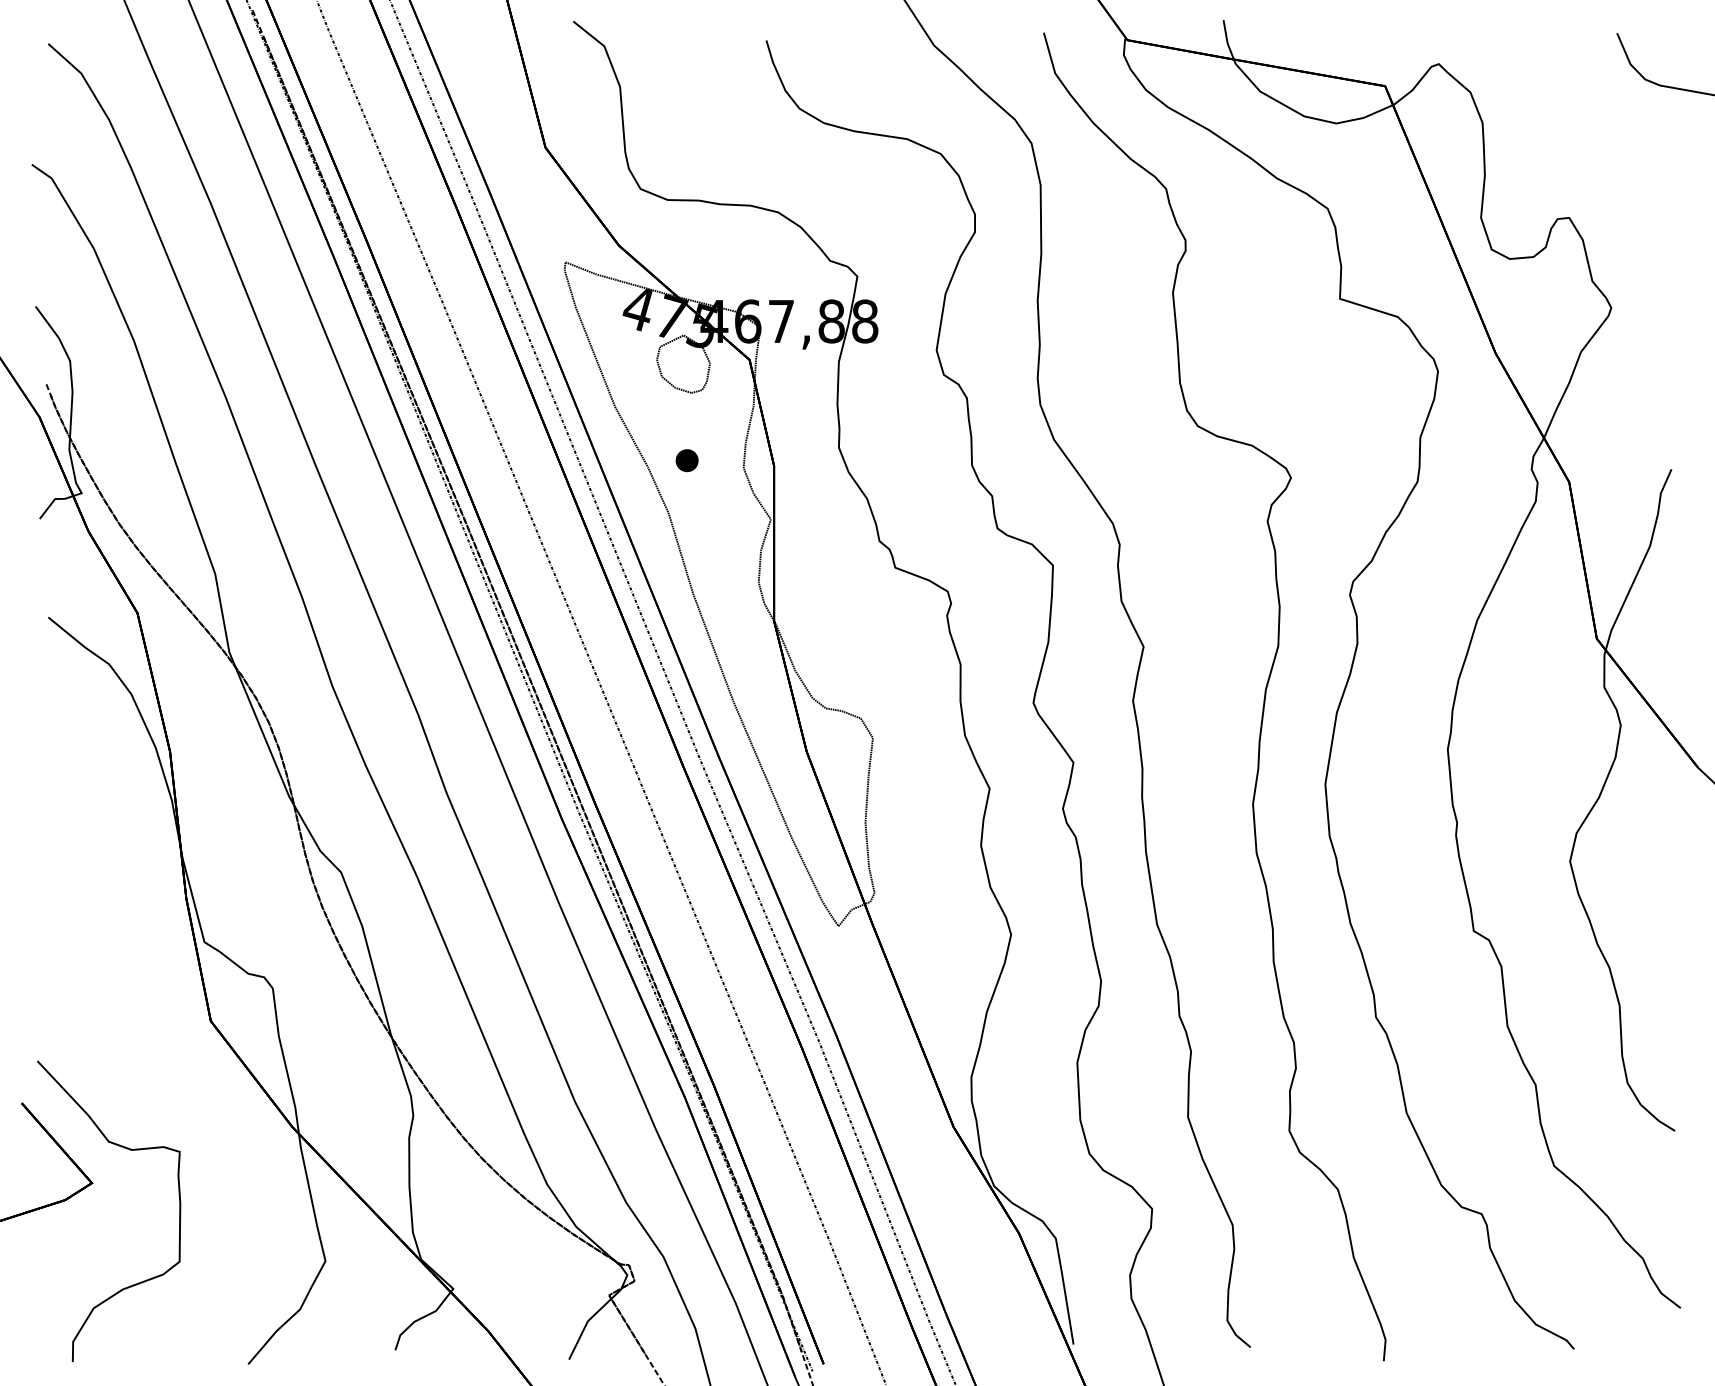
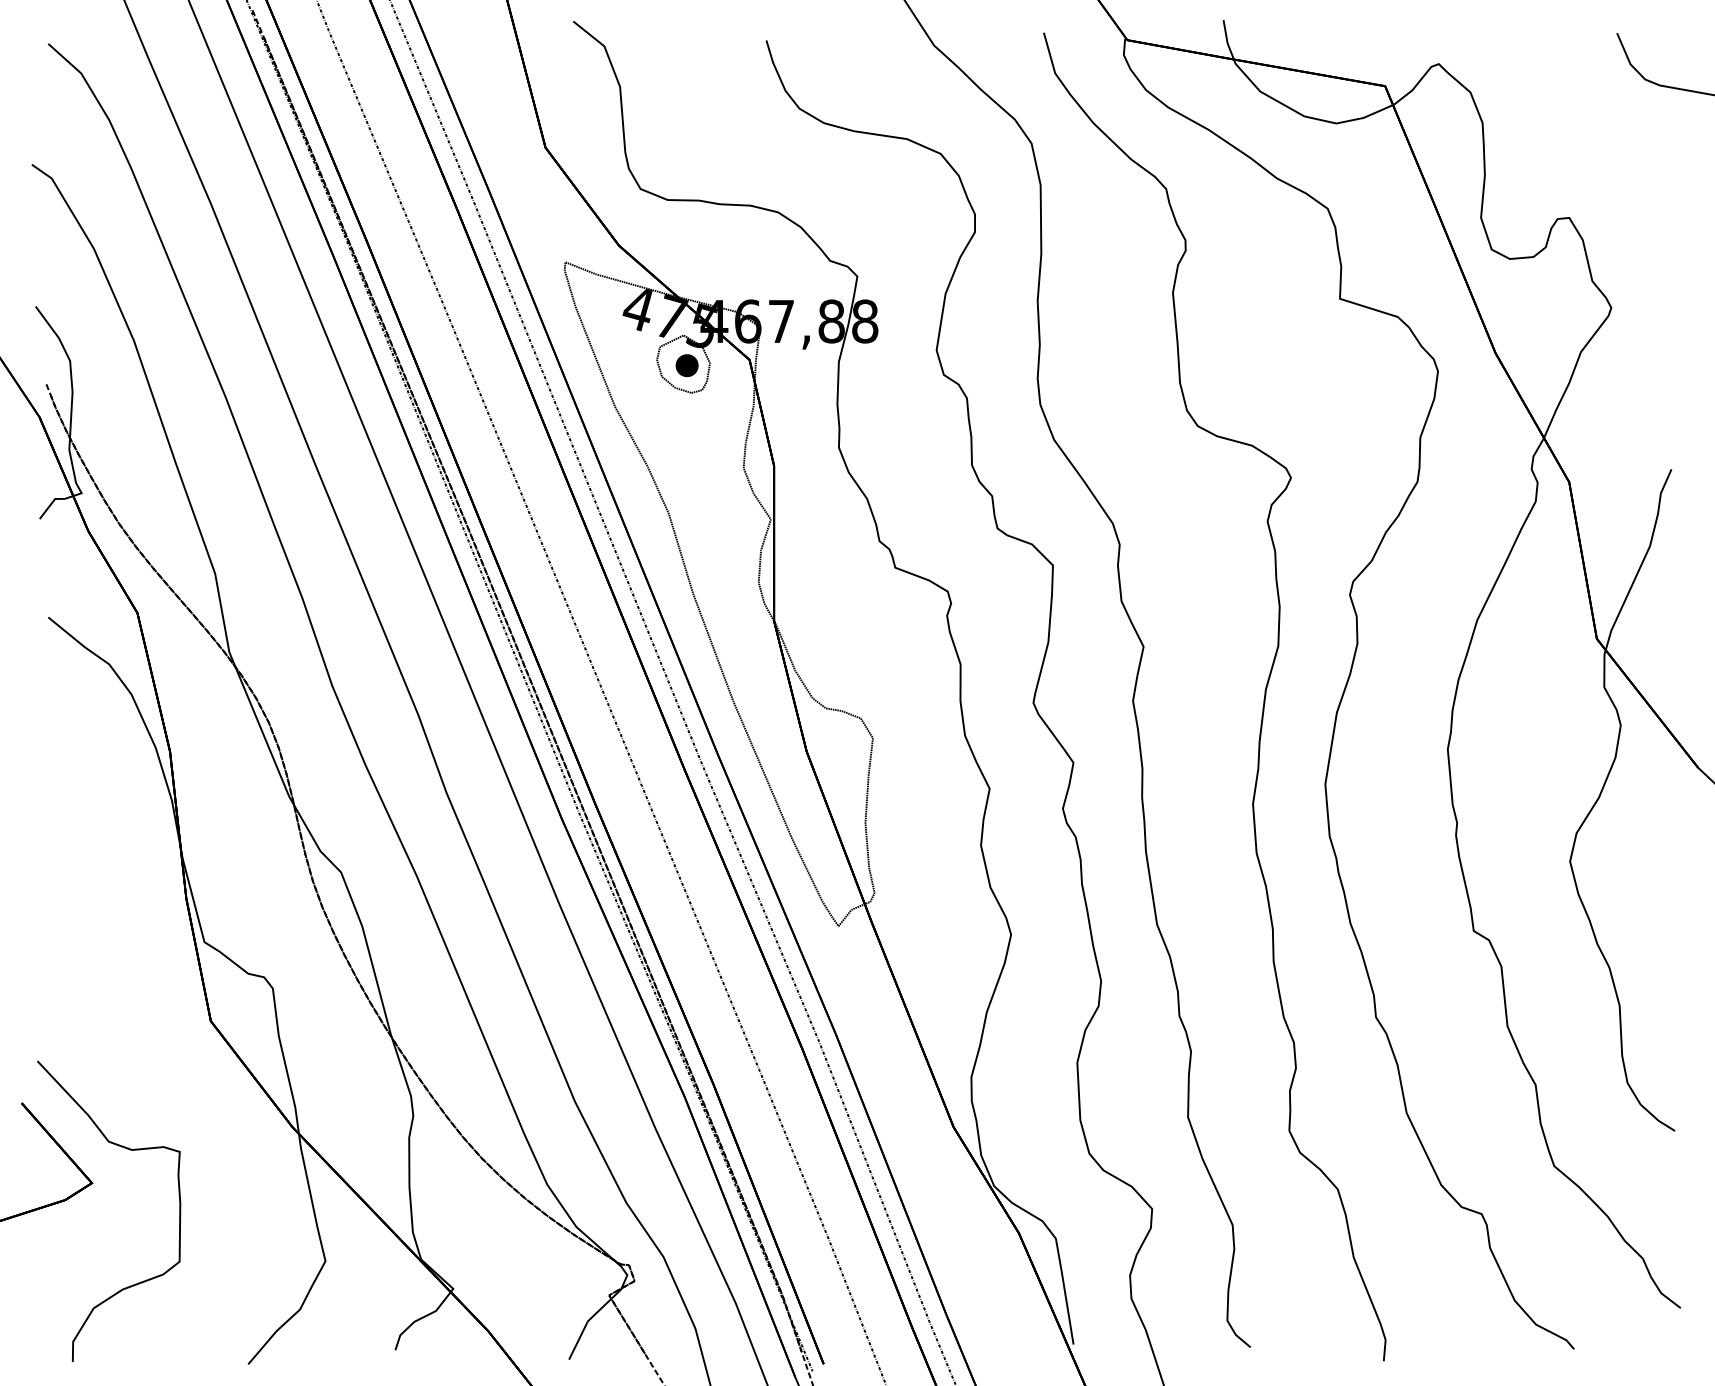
part at (686, 460) position: (686, 460) -> (686, 365)
